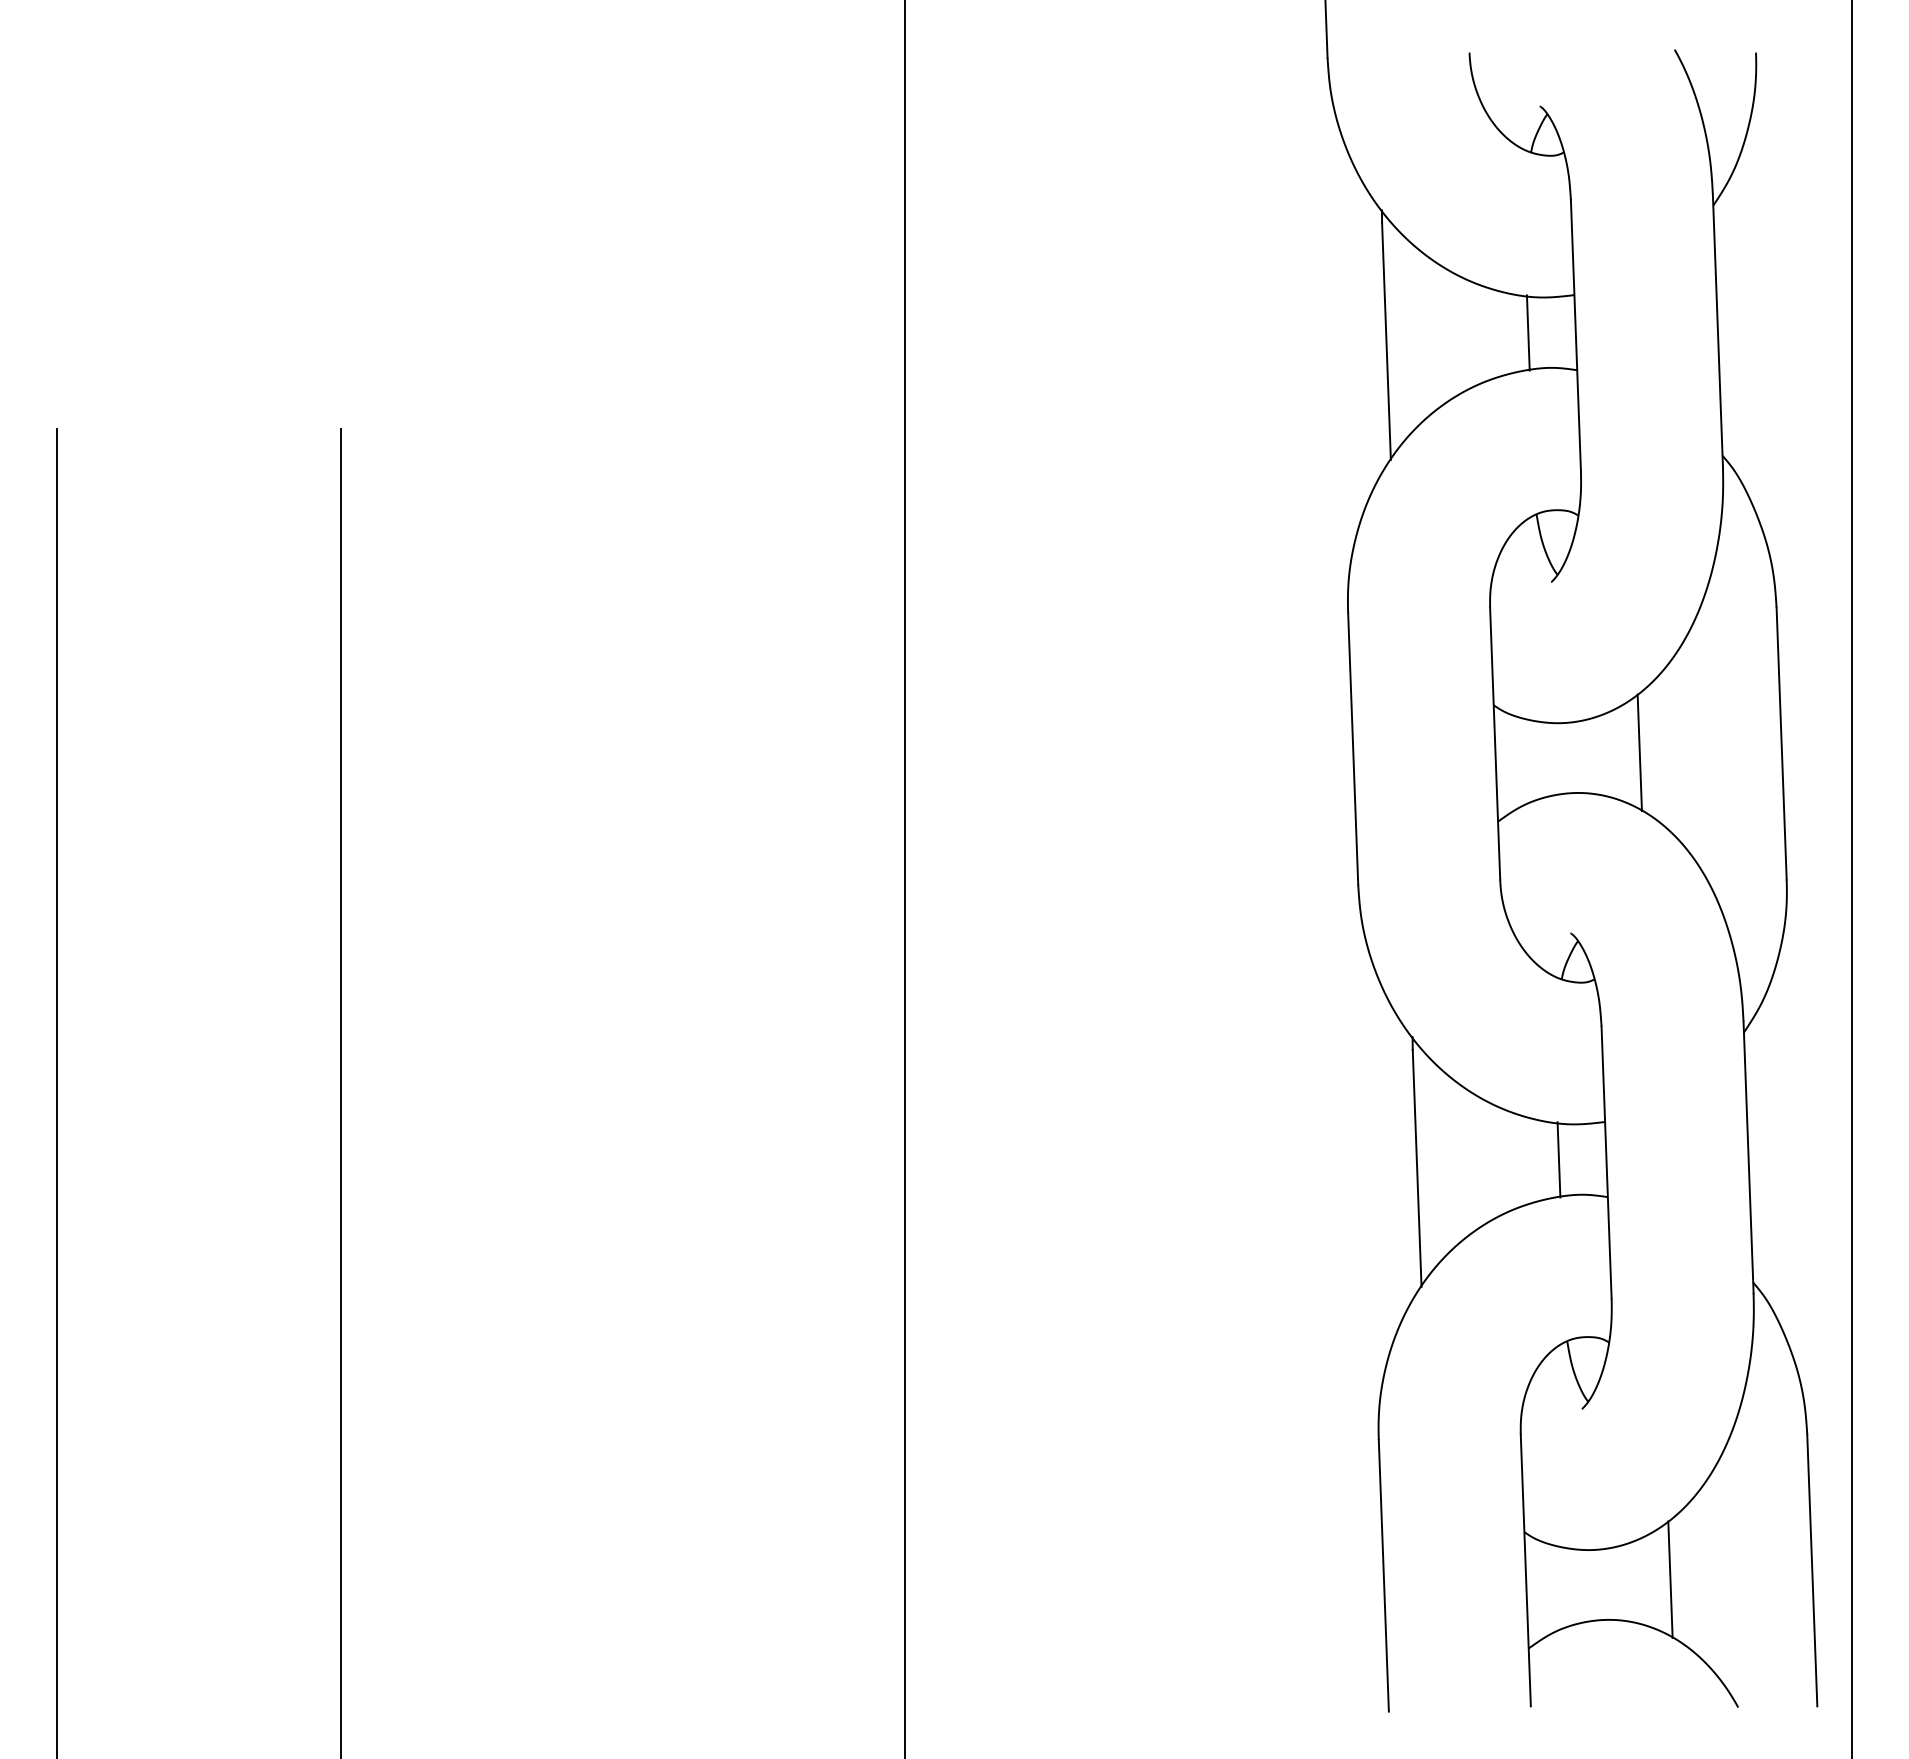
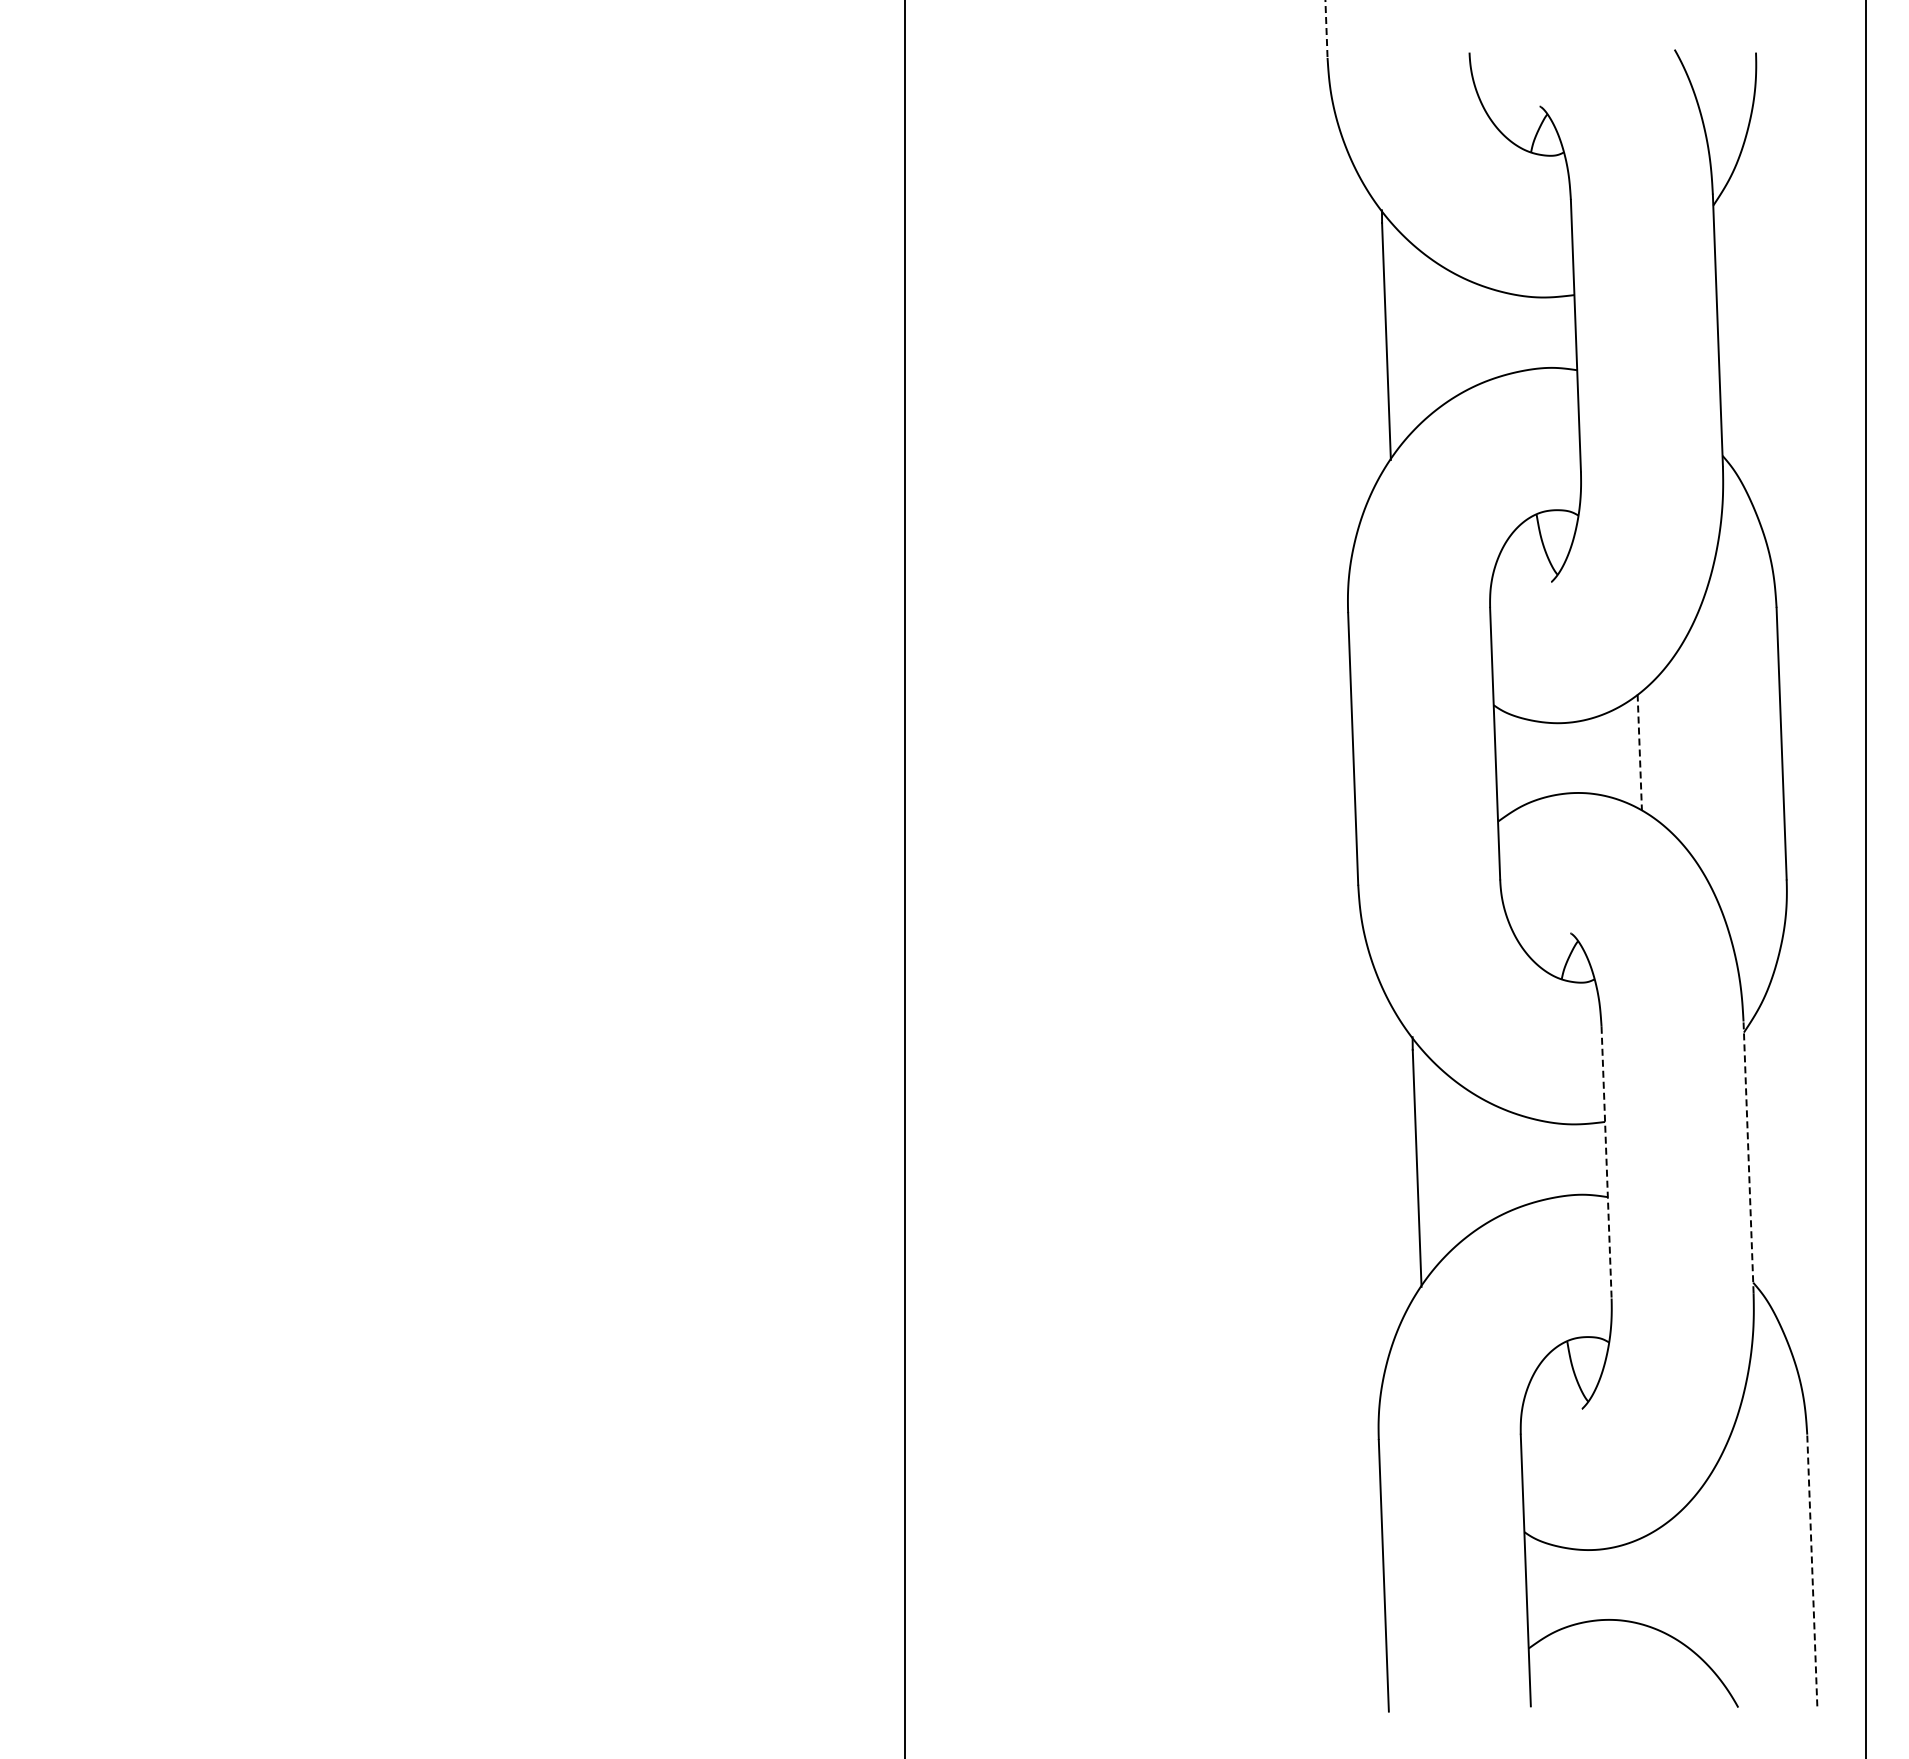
line at (1326, 29): solid -> dashed
line at (1527, 332): present -> none
line at (1639, 753): solid -> dashed
line at (1851, 878) position: (1851, 878) -> (1865, 878)
line at (57, 1091): present -> none
line at (341, 1091): present -> none
line at (1748, 1157): solid -> dashed
line at (1558, 1159): present -> none
line at (1606, 1162): solid -> dashed
line at (1812, 1570): solid -> dashed
line at (1670, 1579): present -> none
